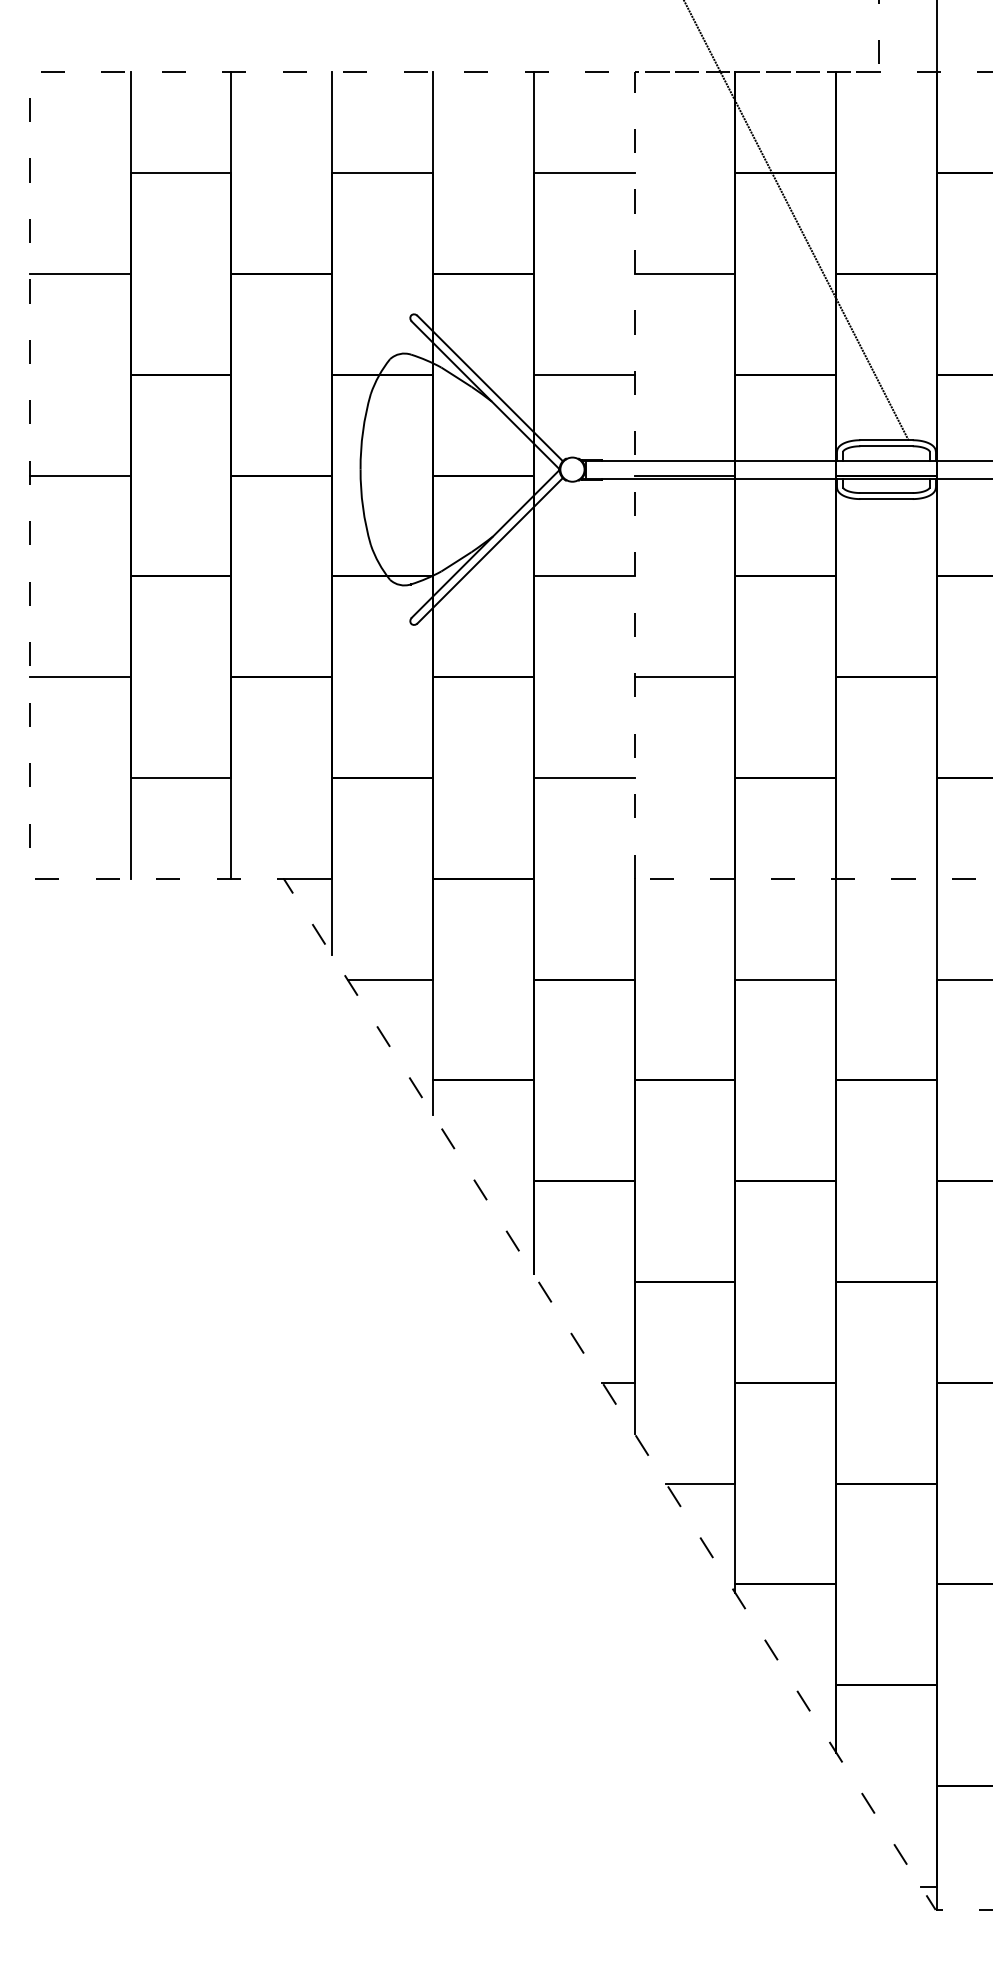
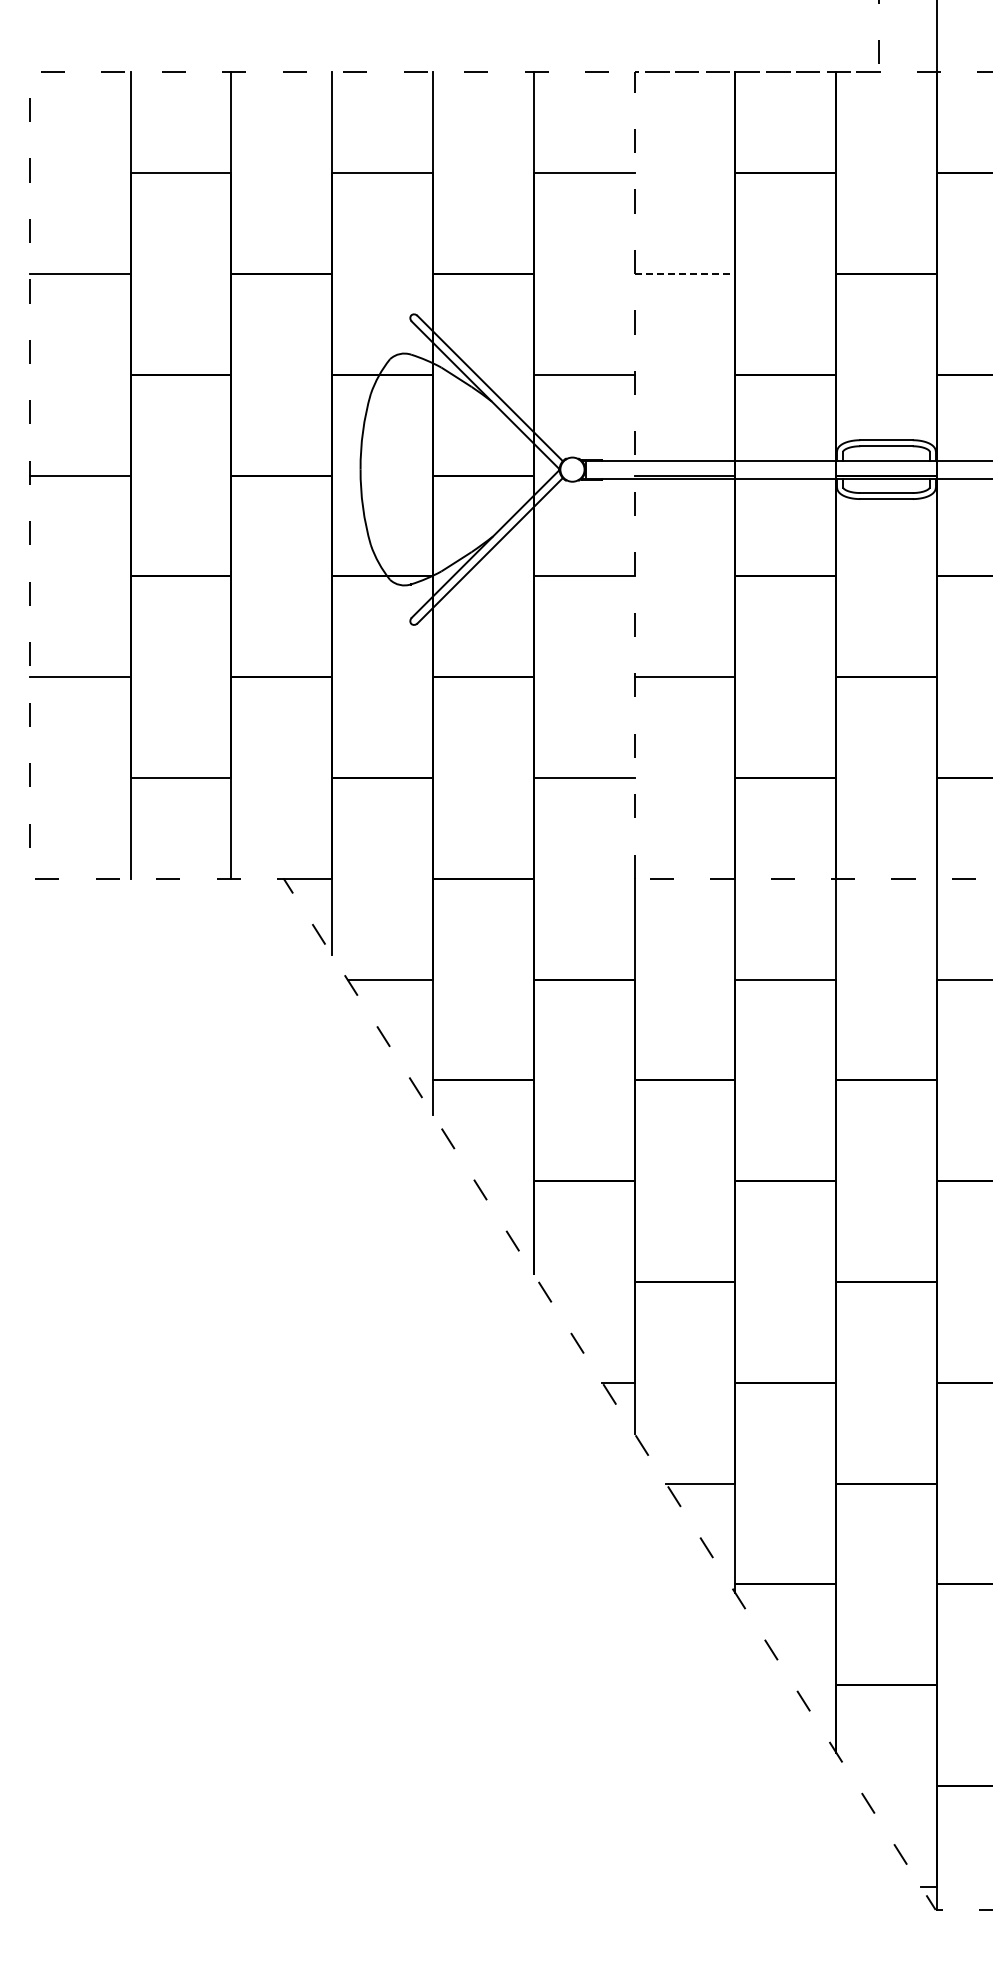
line at (796, 221): present -> none
line at (685, 274): solid -> dashed
